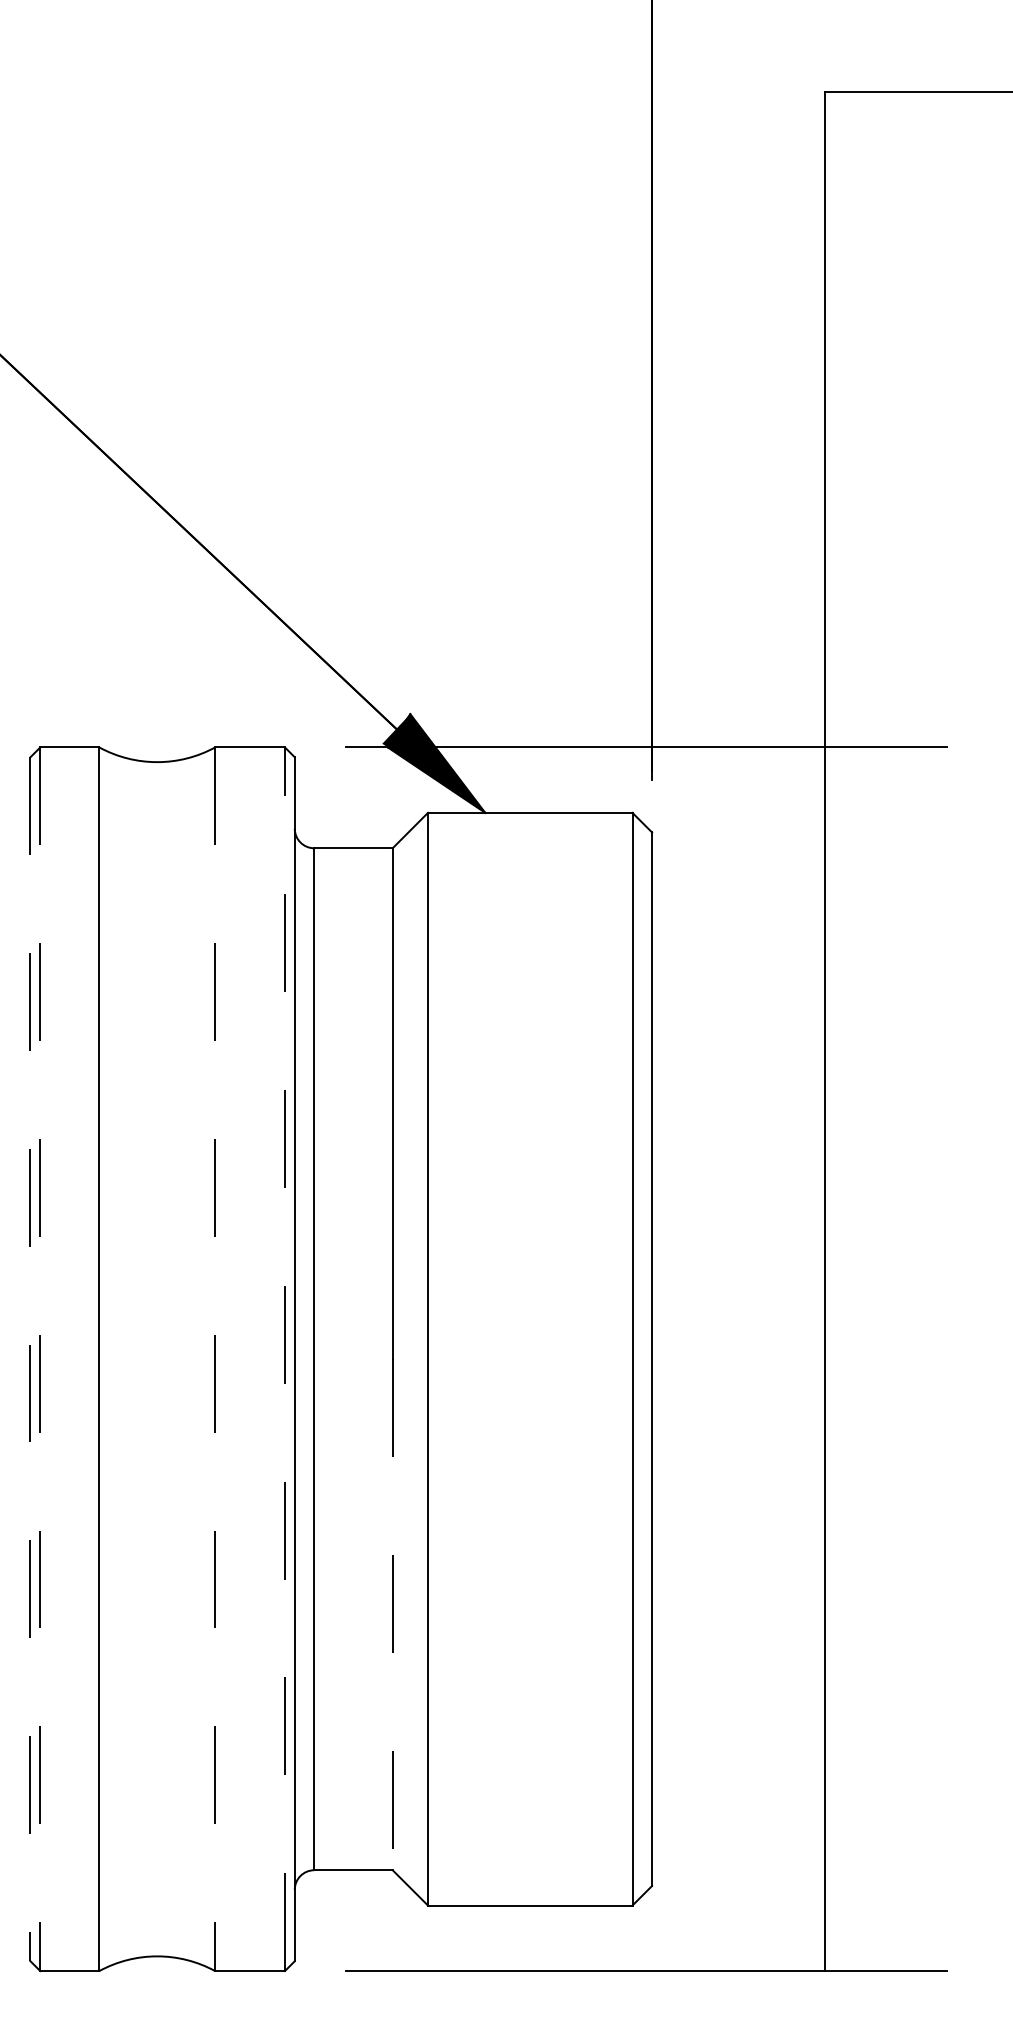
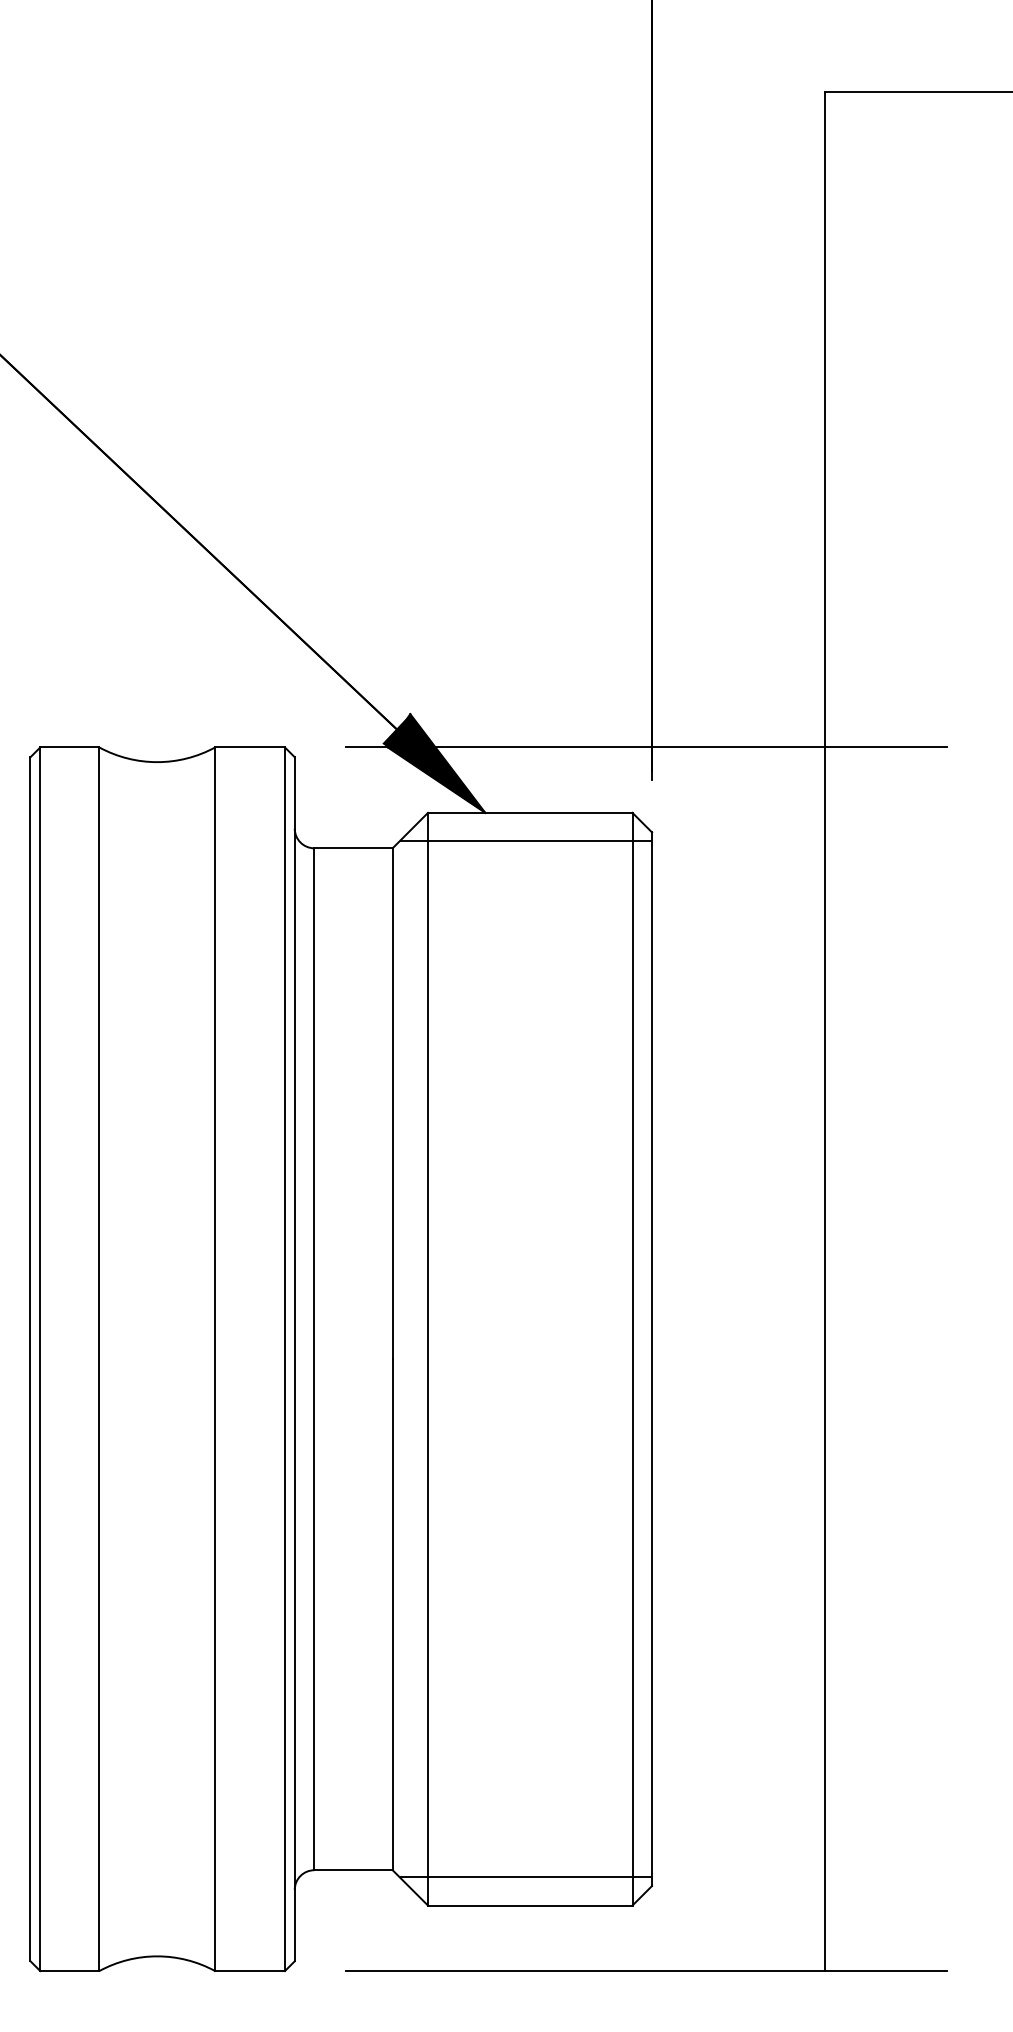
line at (525, 840): none -> present
line at (30, 1359): dashed -> solid
line at (40, 1359): dashed -> solid
line at (215, 1359): dashed -> solid
line at (285, 1359): dashed -> solid
line at (392, 1615): dashed -> solid
line at (525, 1877): none -> present
